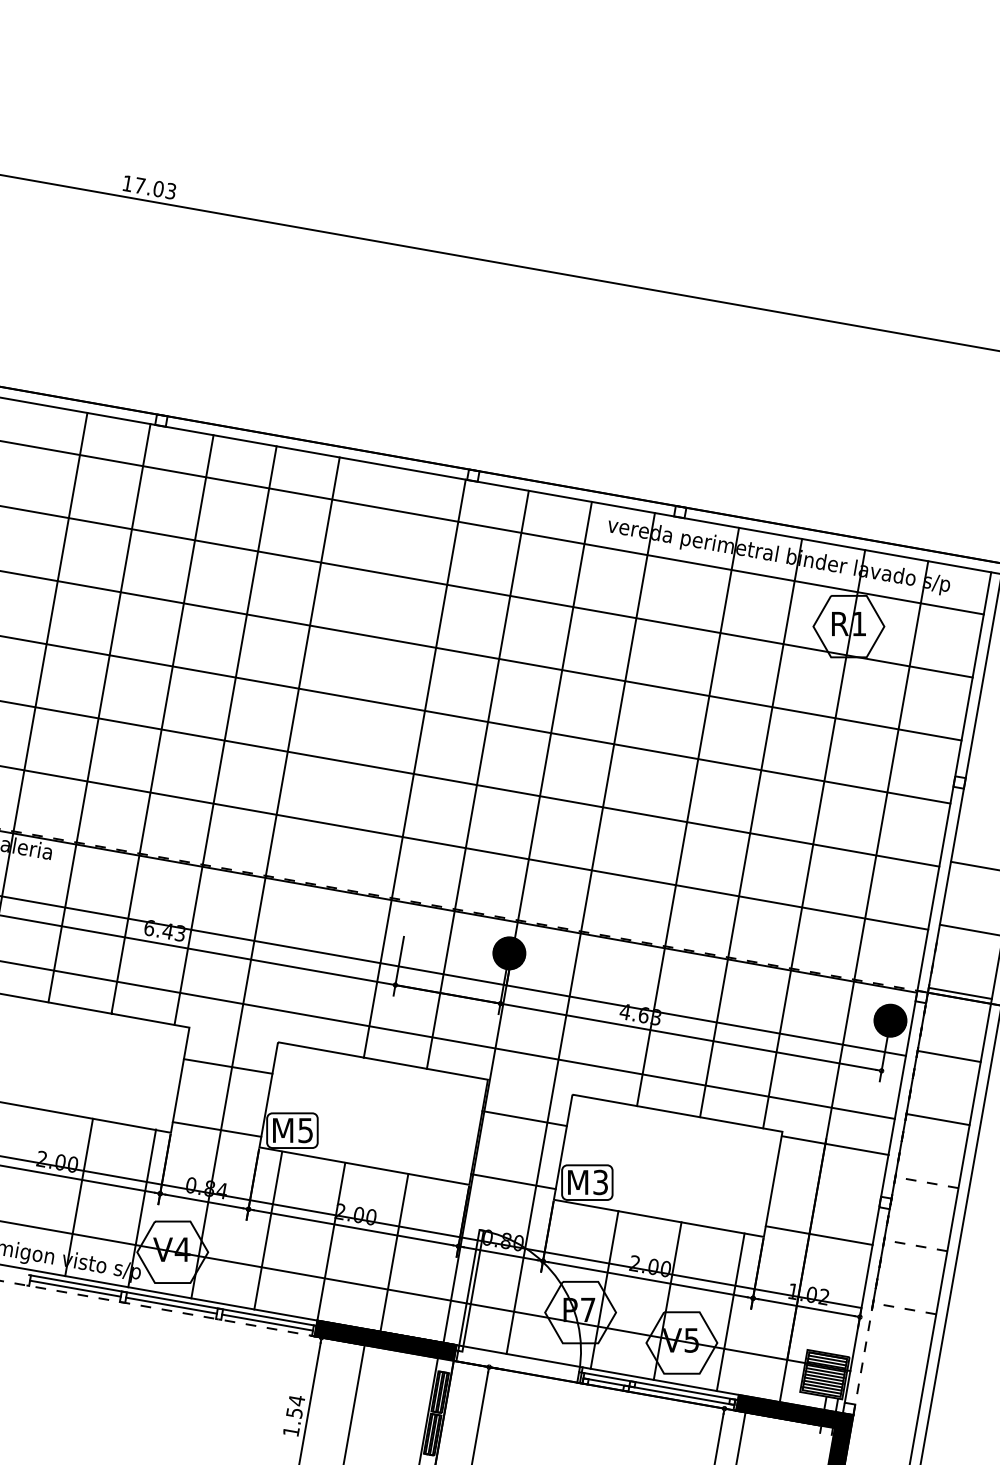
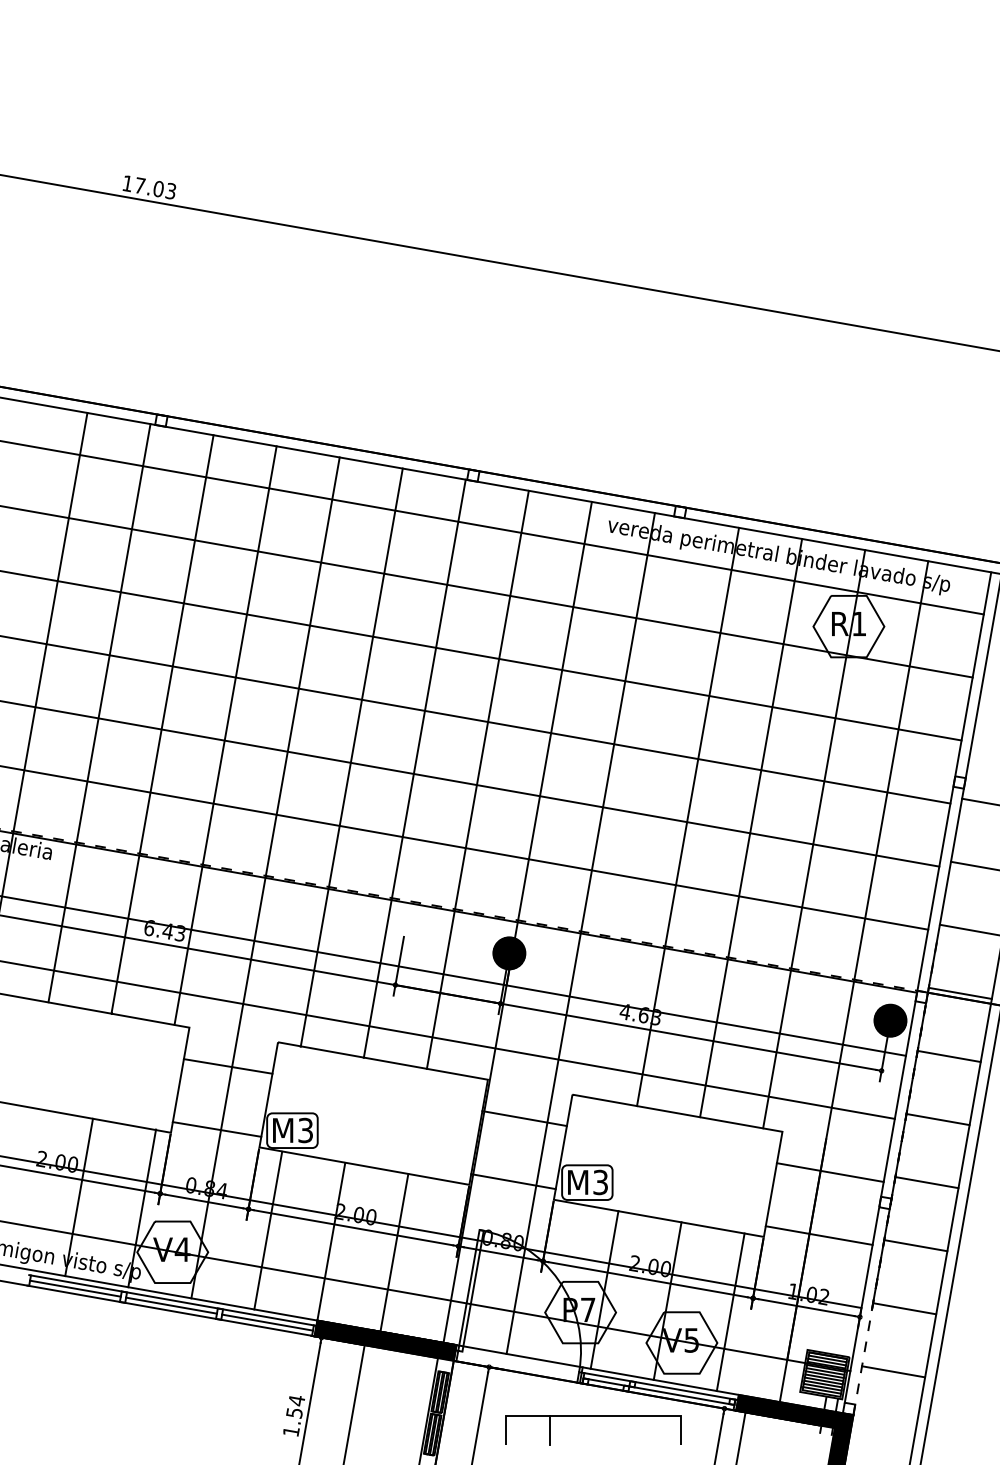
line at (351, 757): none -> present
line at (979, 801): none -> present
text at (305, 1129): M5 -> M3
line at (834, 1145) position: (834, 1145) -> (829, 1172)
line at (926, 1182): dashed -> solid
line at (915, 1245): dashed -> solid
line at (156, 1308): dashed -> solid
line at (904, 1308): dashed -> solid
line at (893, 1371): none -> present
part at (593, 1416): none -> present
